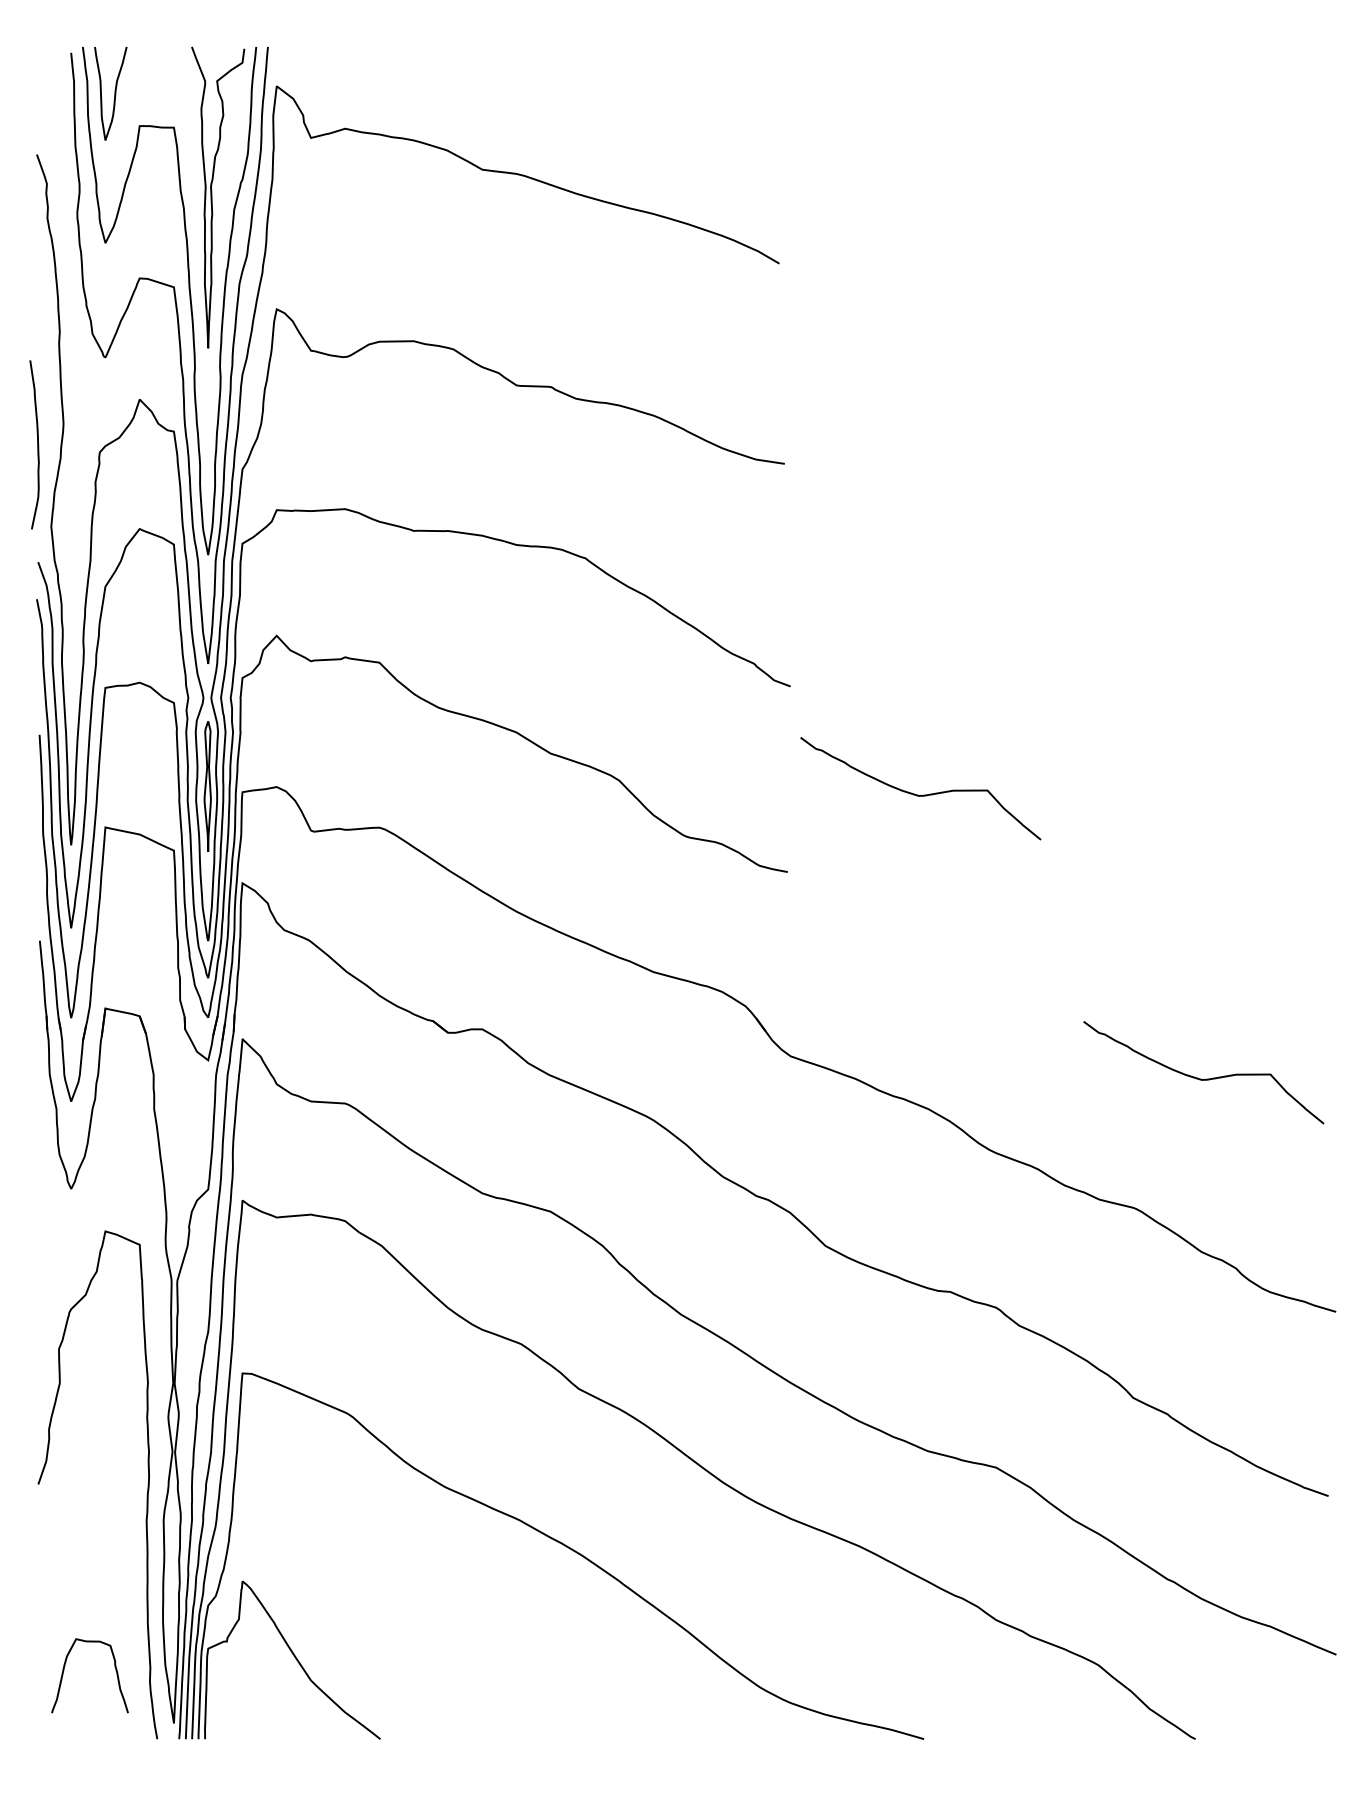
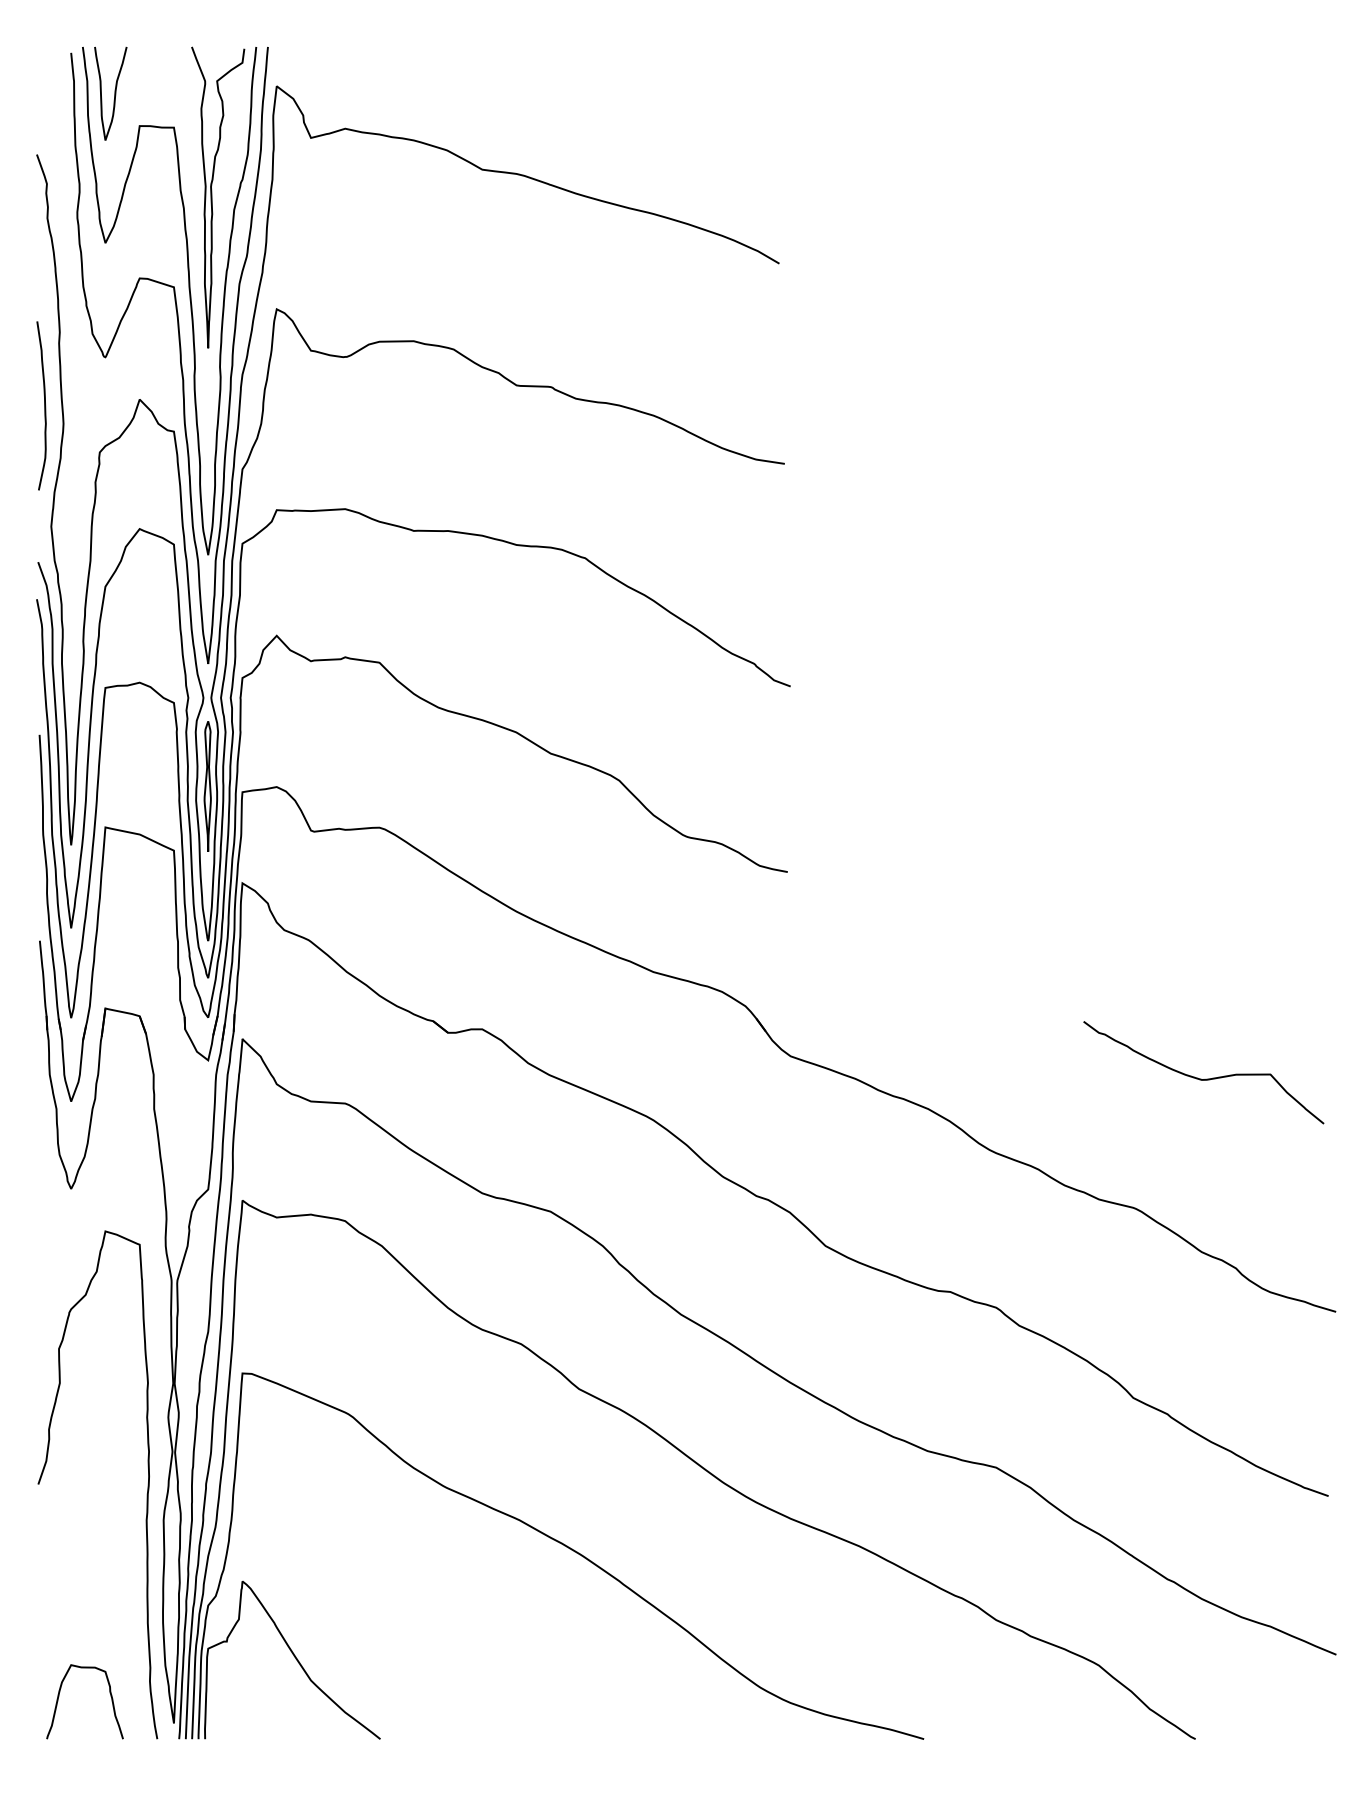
curve at (37, 444) position: (37, 444) -> (44, 405)
curve at (918, 794): present -> none
curve at (64, 1670) position: (64, 1670) -> (59, 1696)
